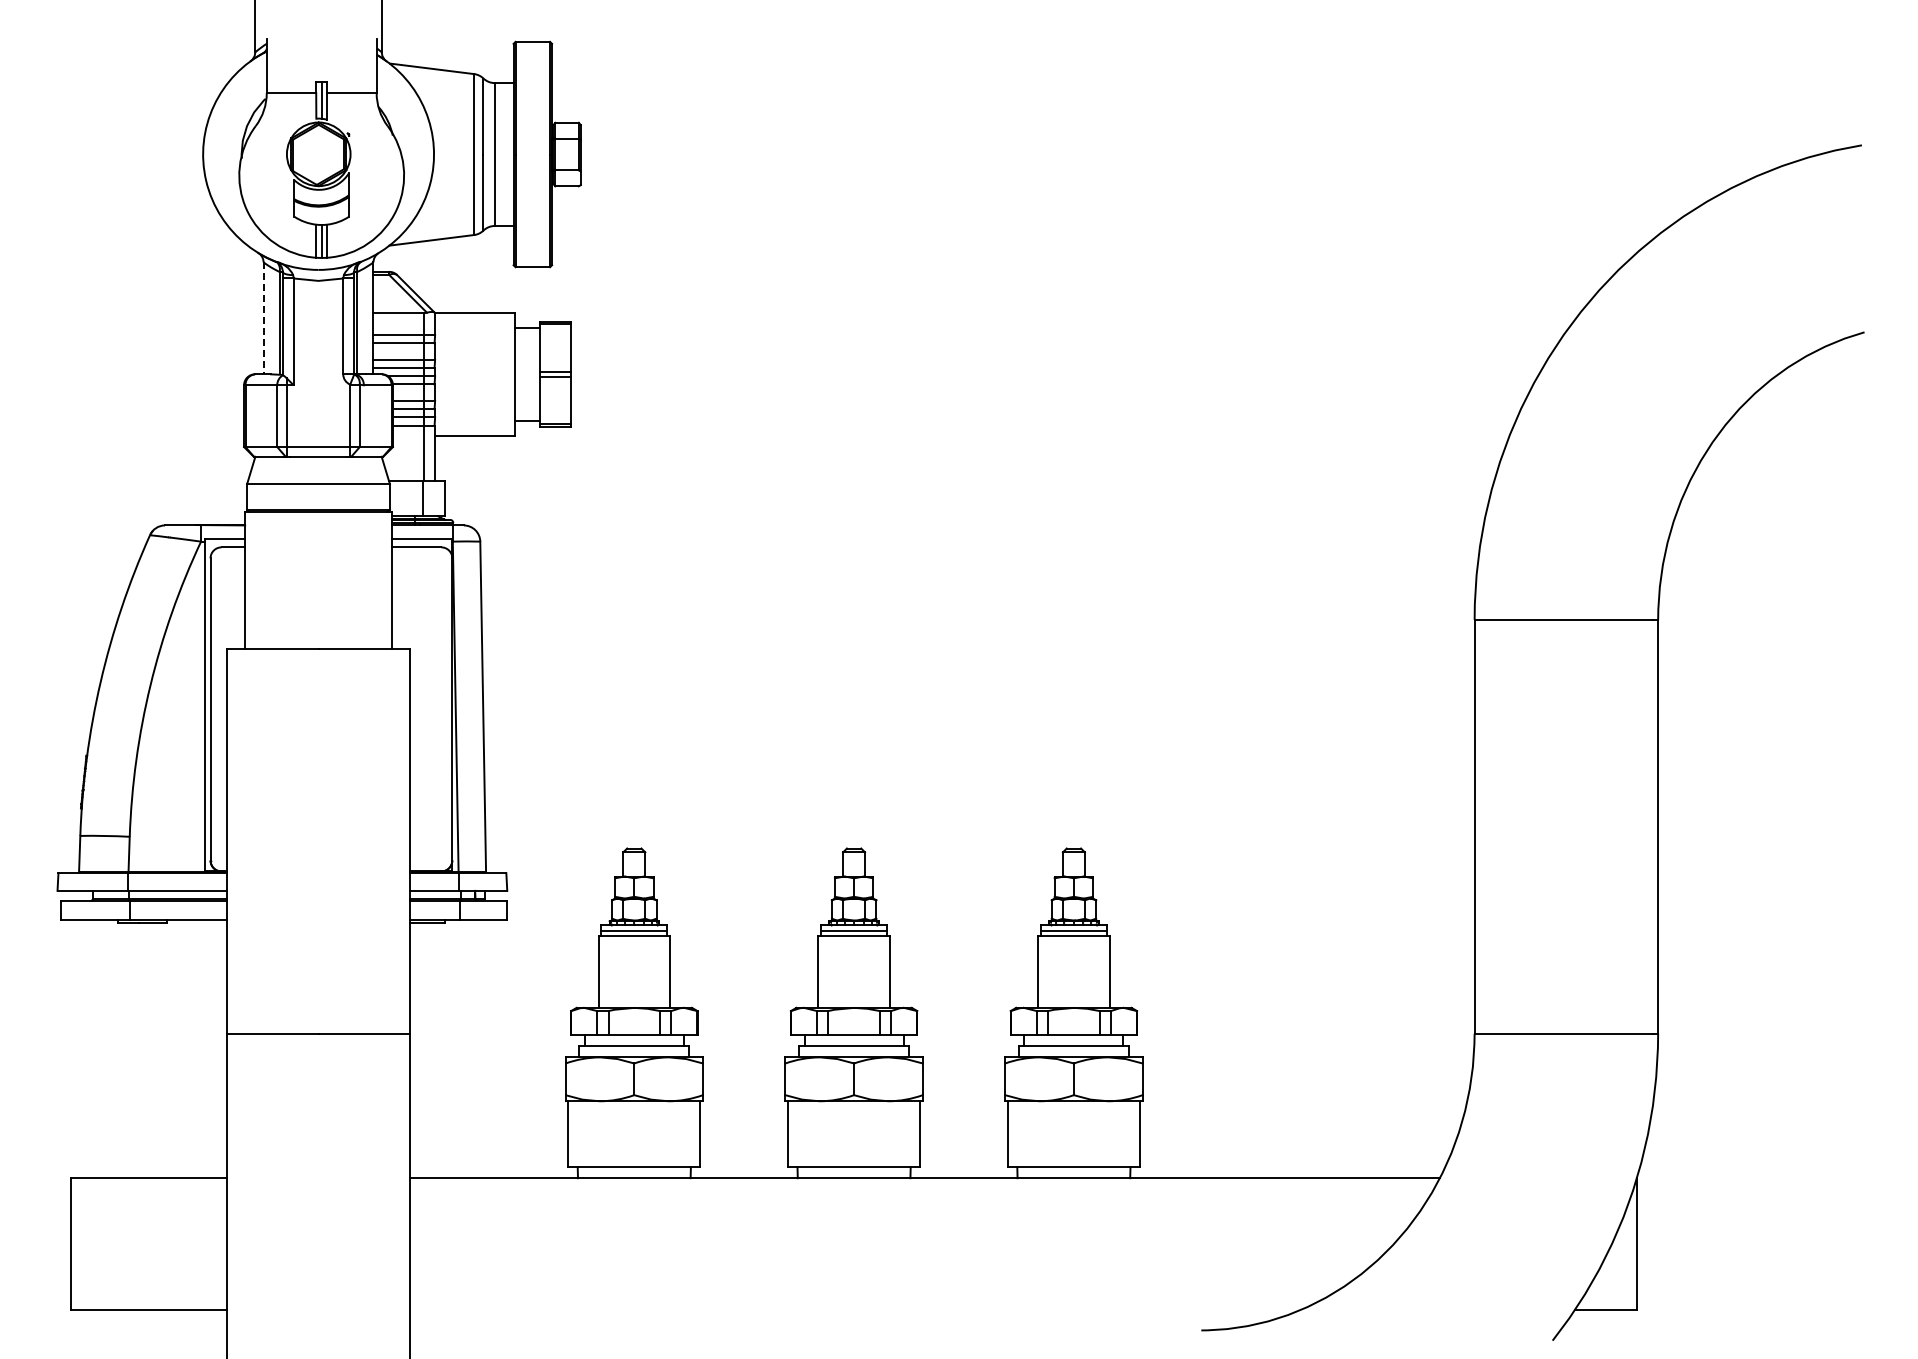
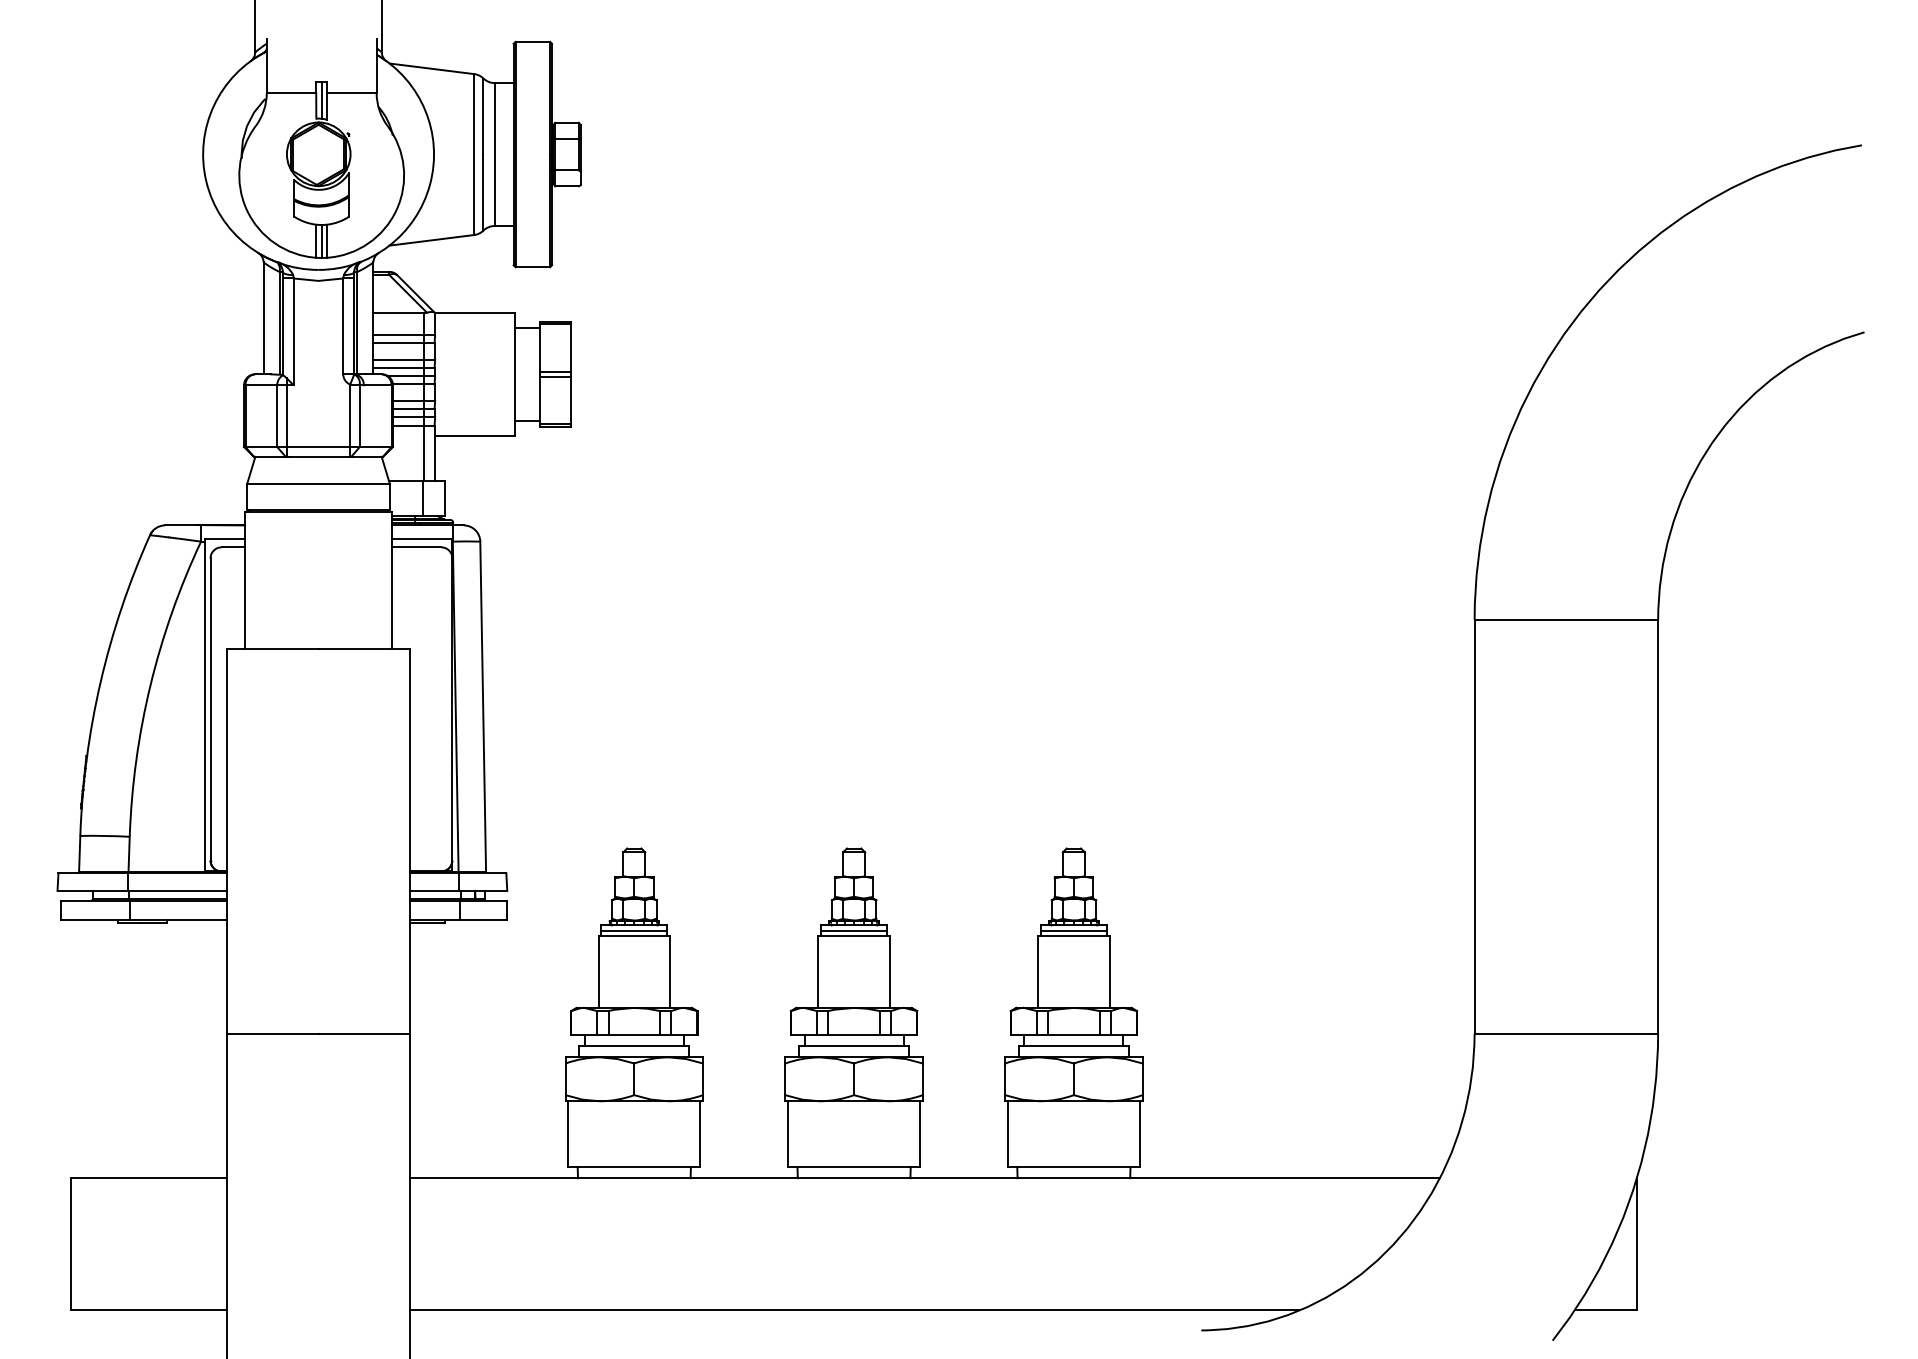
line at (263, 318): dashed -> solid
line at (855, 1310): none -> present
